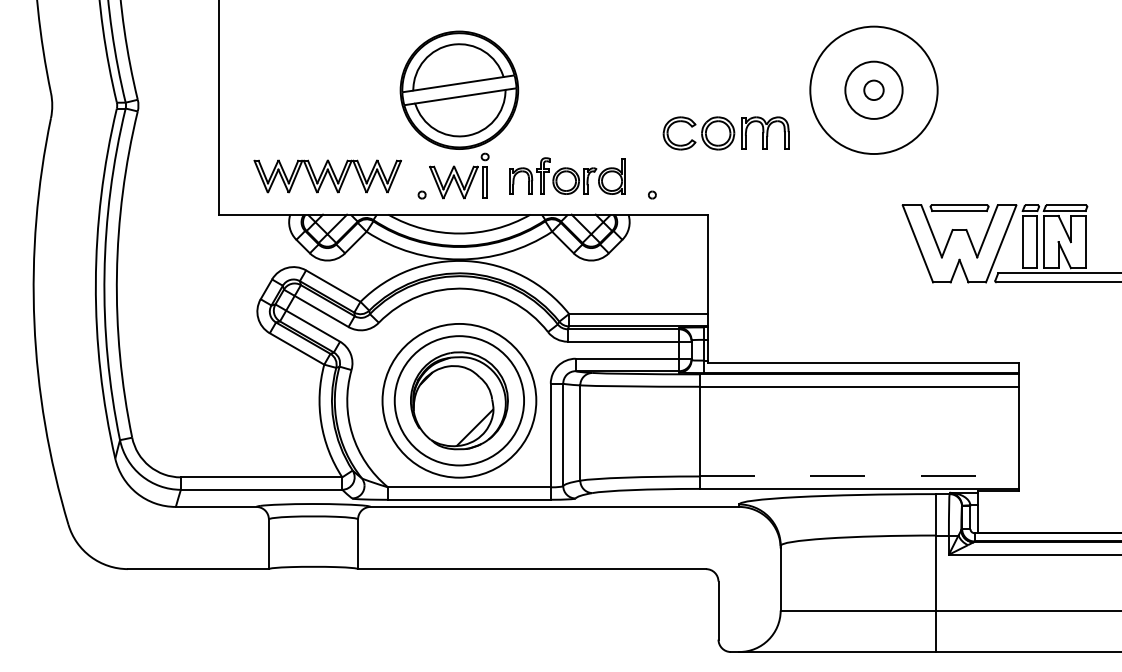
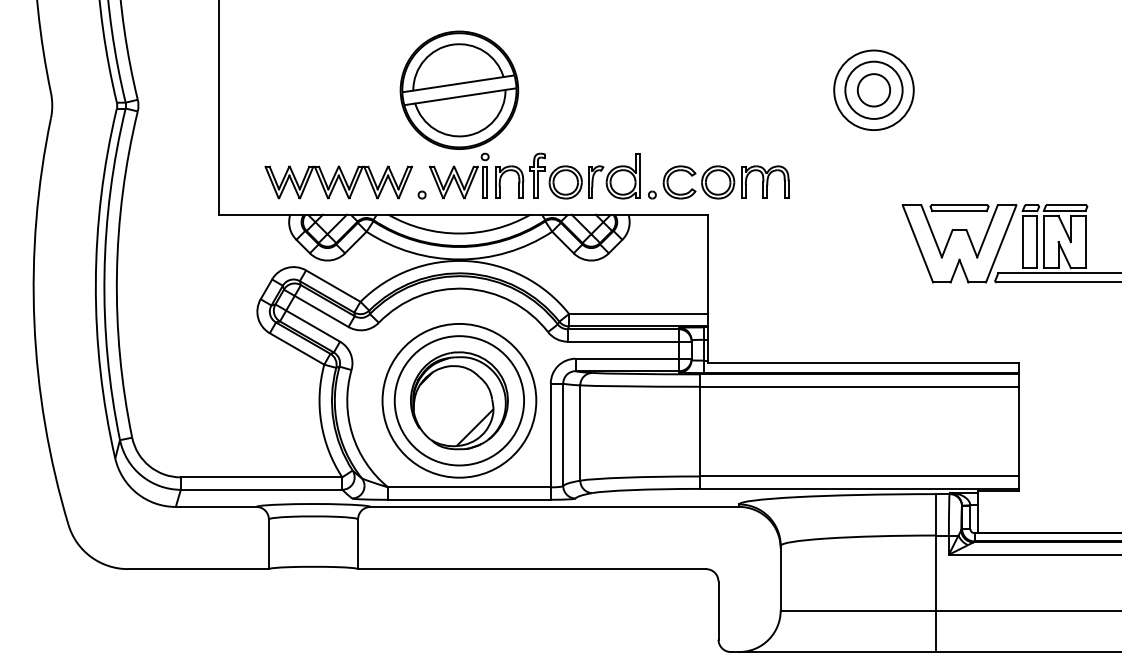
circle at (873, 90) diameter: 127 px -> 80 px
circle at (873, 90) diameter: 19 px -> 32 px
part at (725, 133) position: (725, 133) -> (725, 182)
part at (567, 175) size: 117x38 px -> 146x48 px
part at (327, 176) position: (327, 176) -> (338, 182)
line at (859, 476): dashed -> solid
